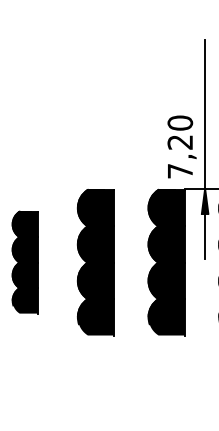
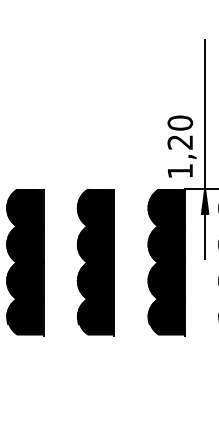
text at (180, 171): 7,20 -> 1,20
part at (24, 262) size: 28x105 px -> 39x149 px
